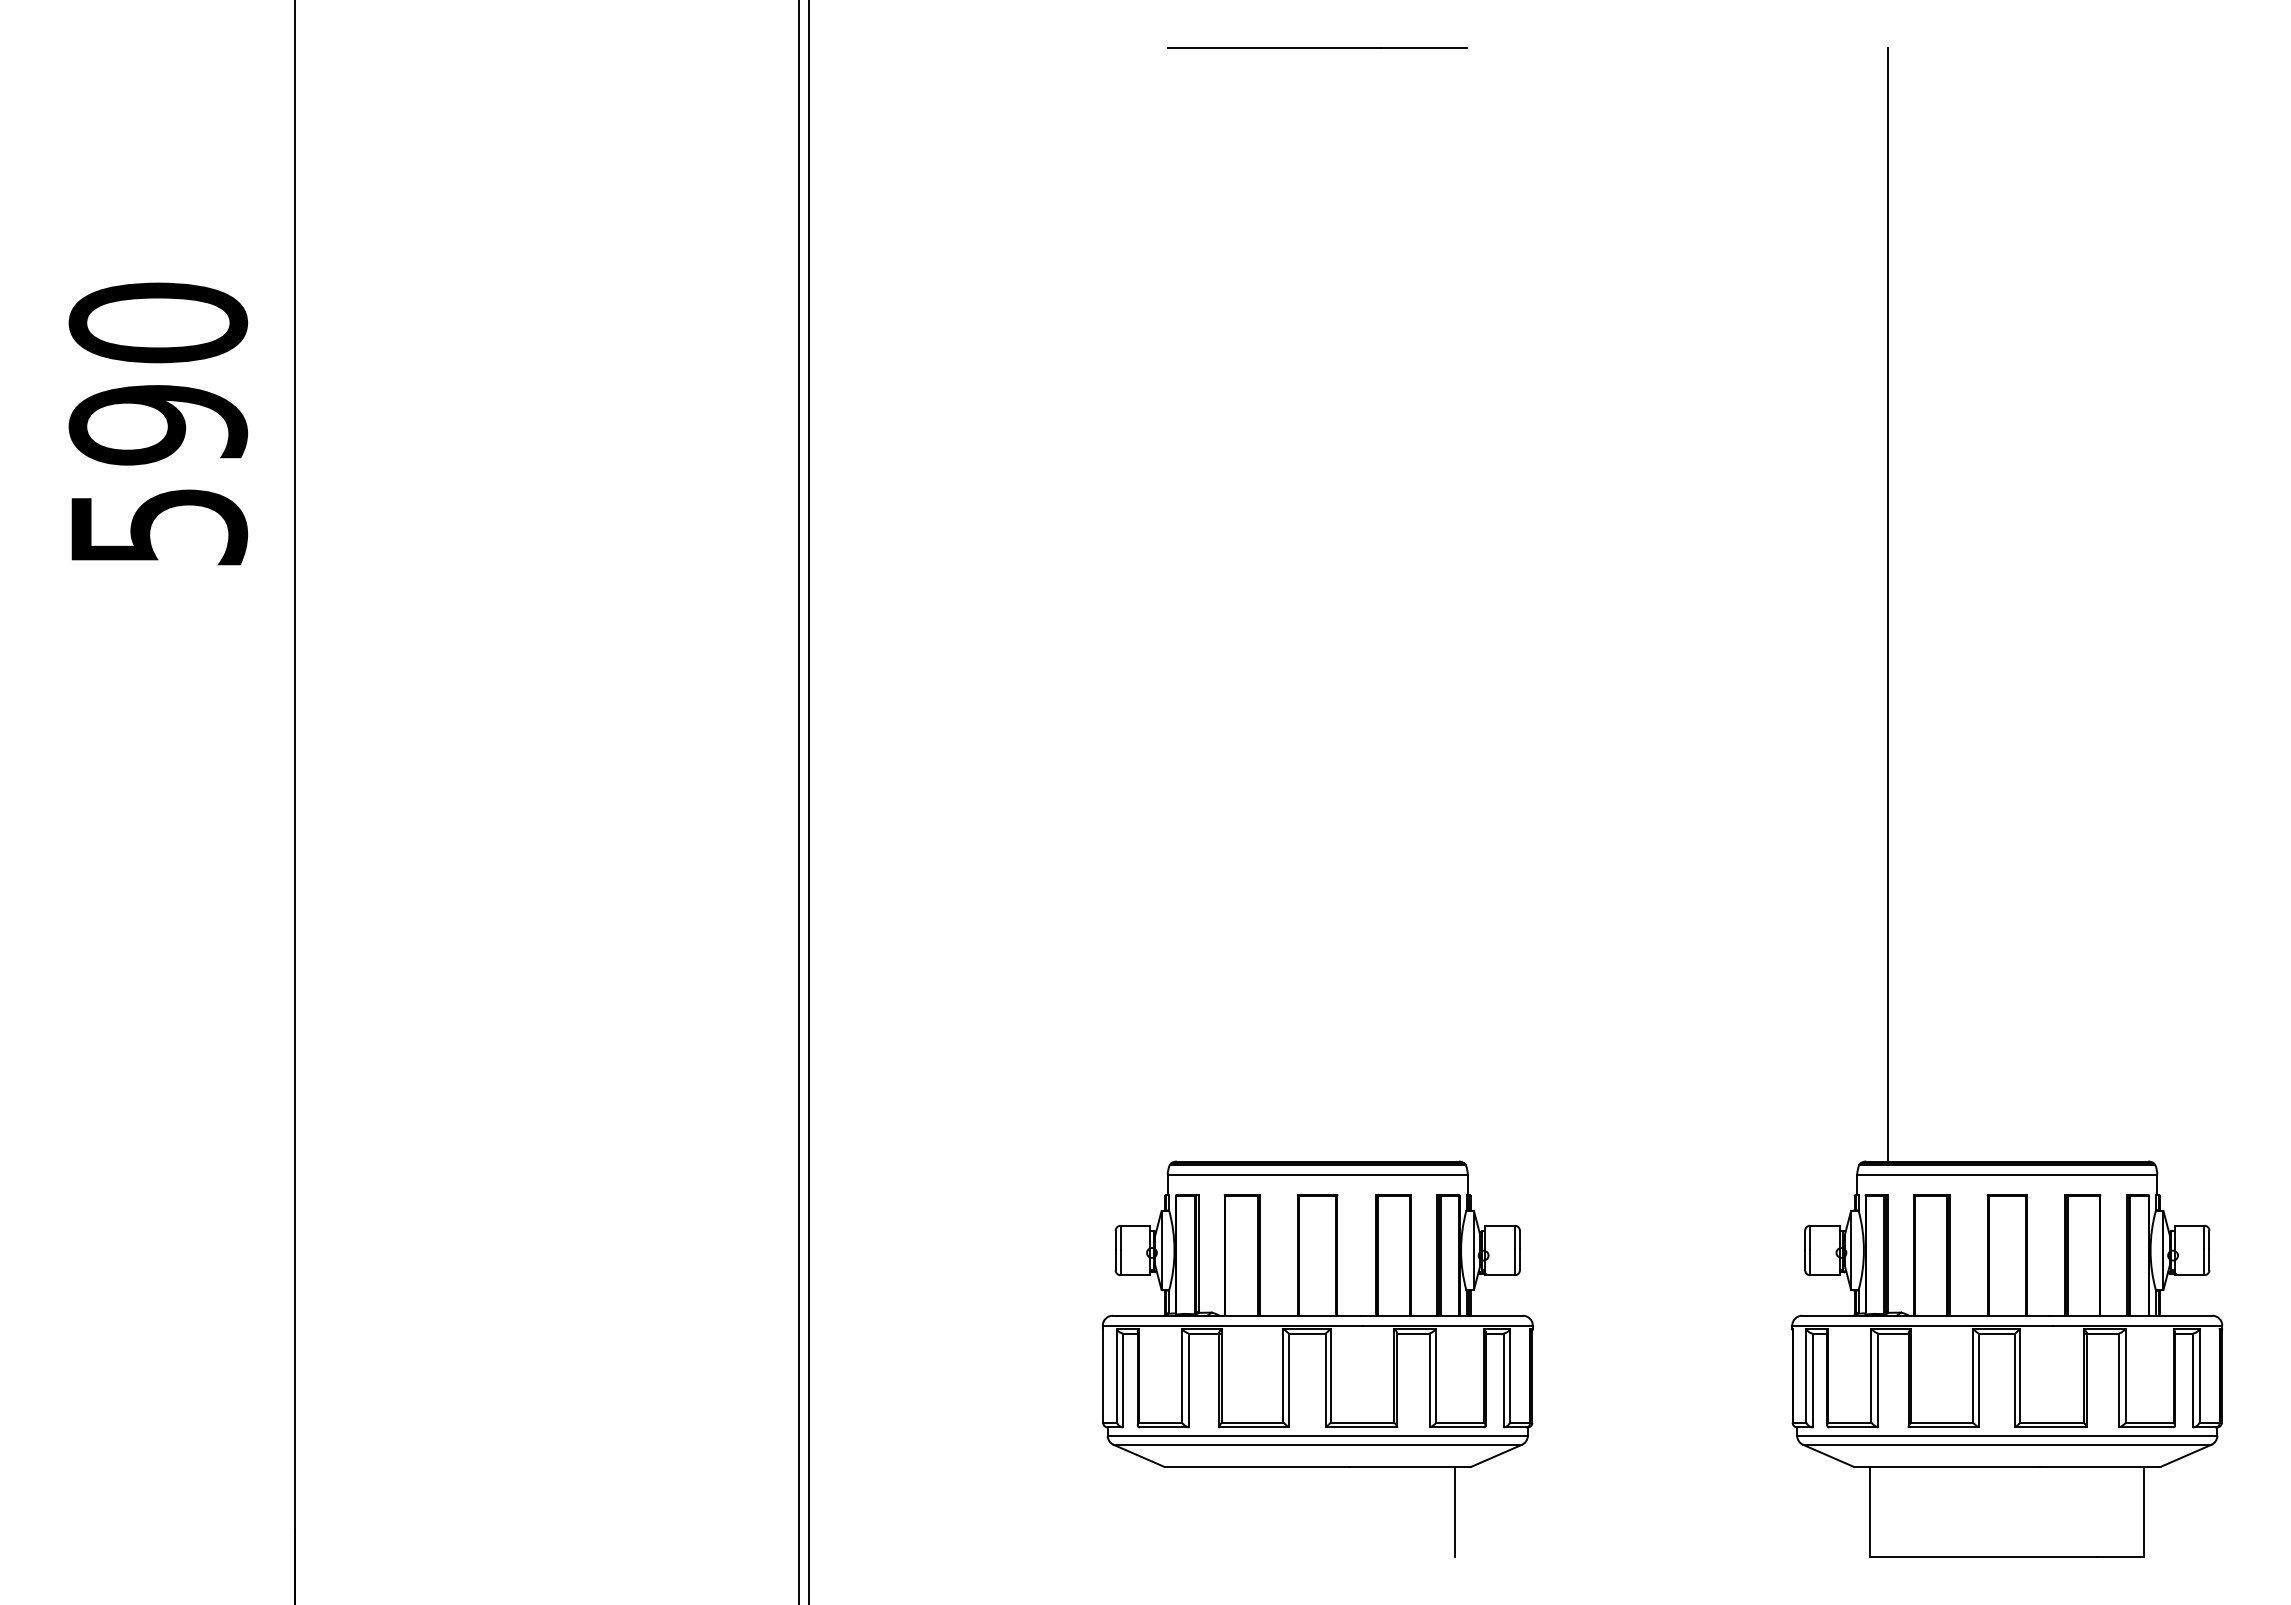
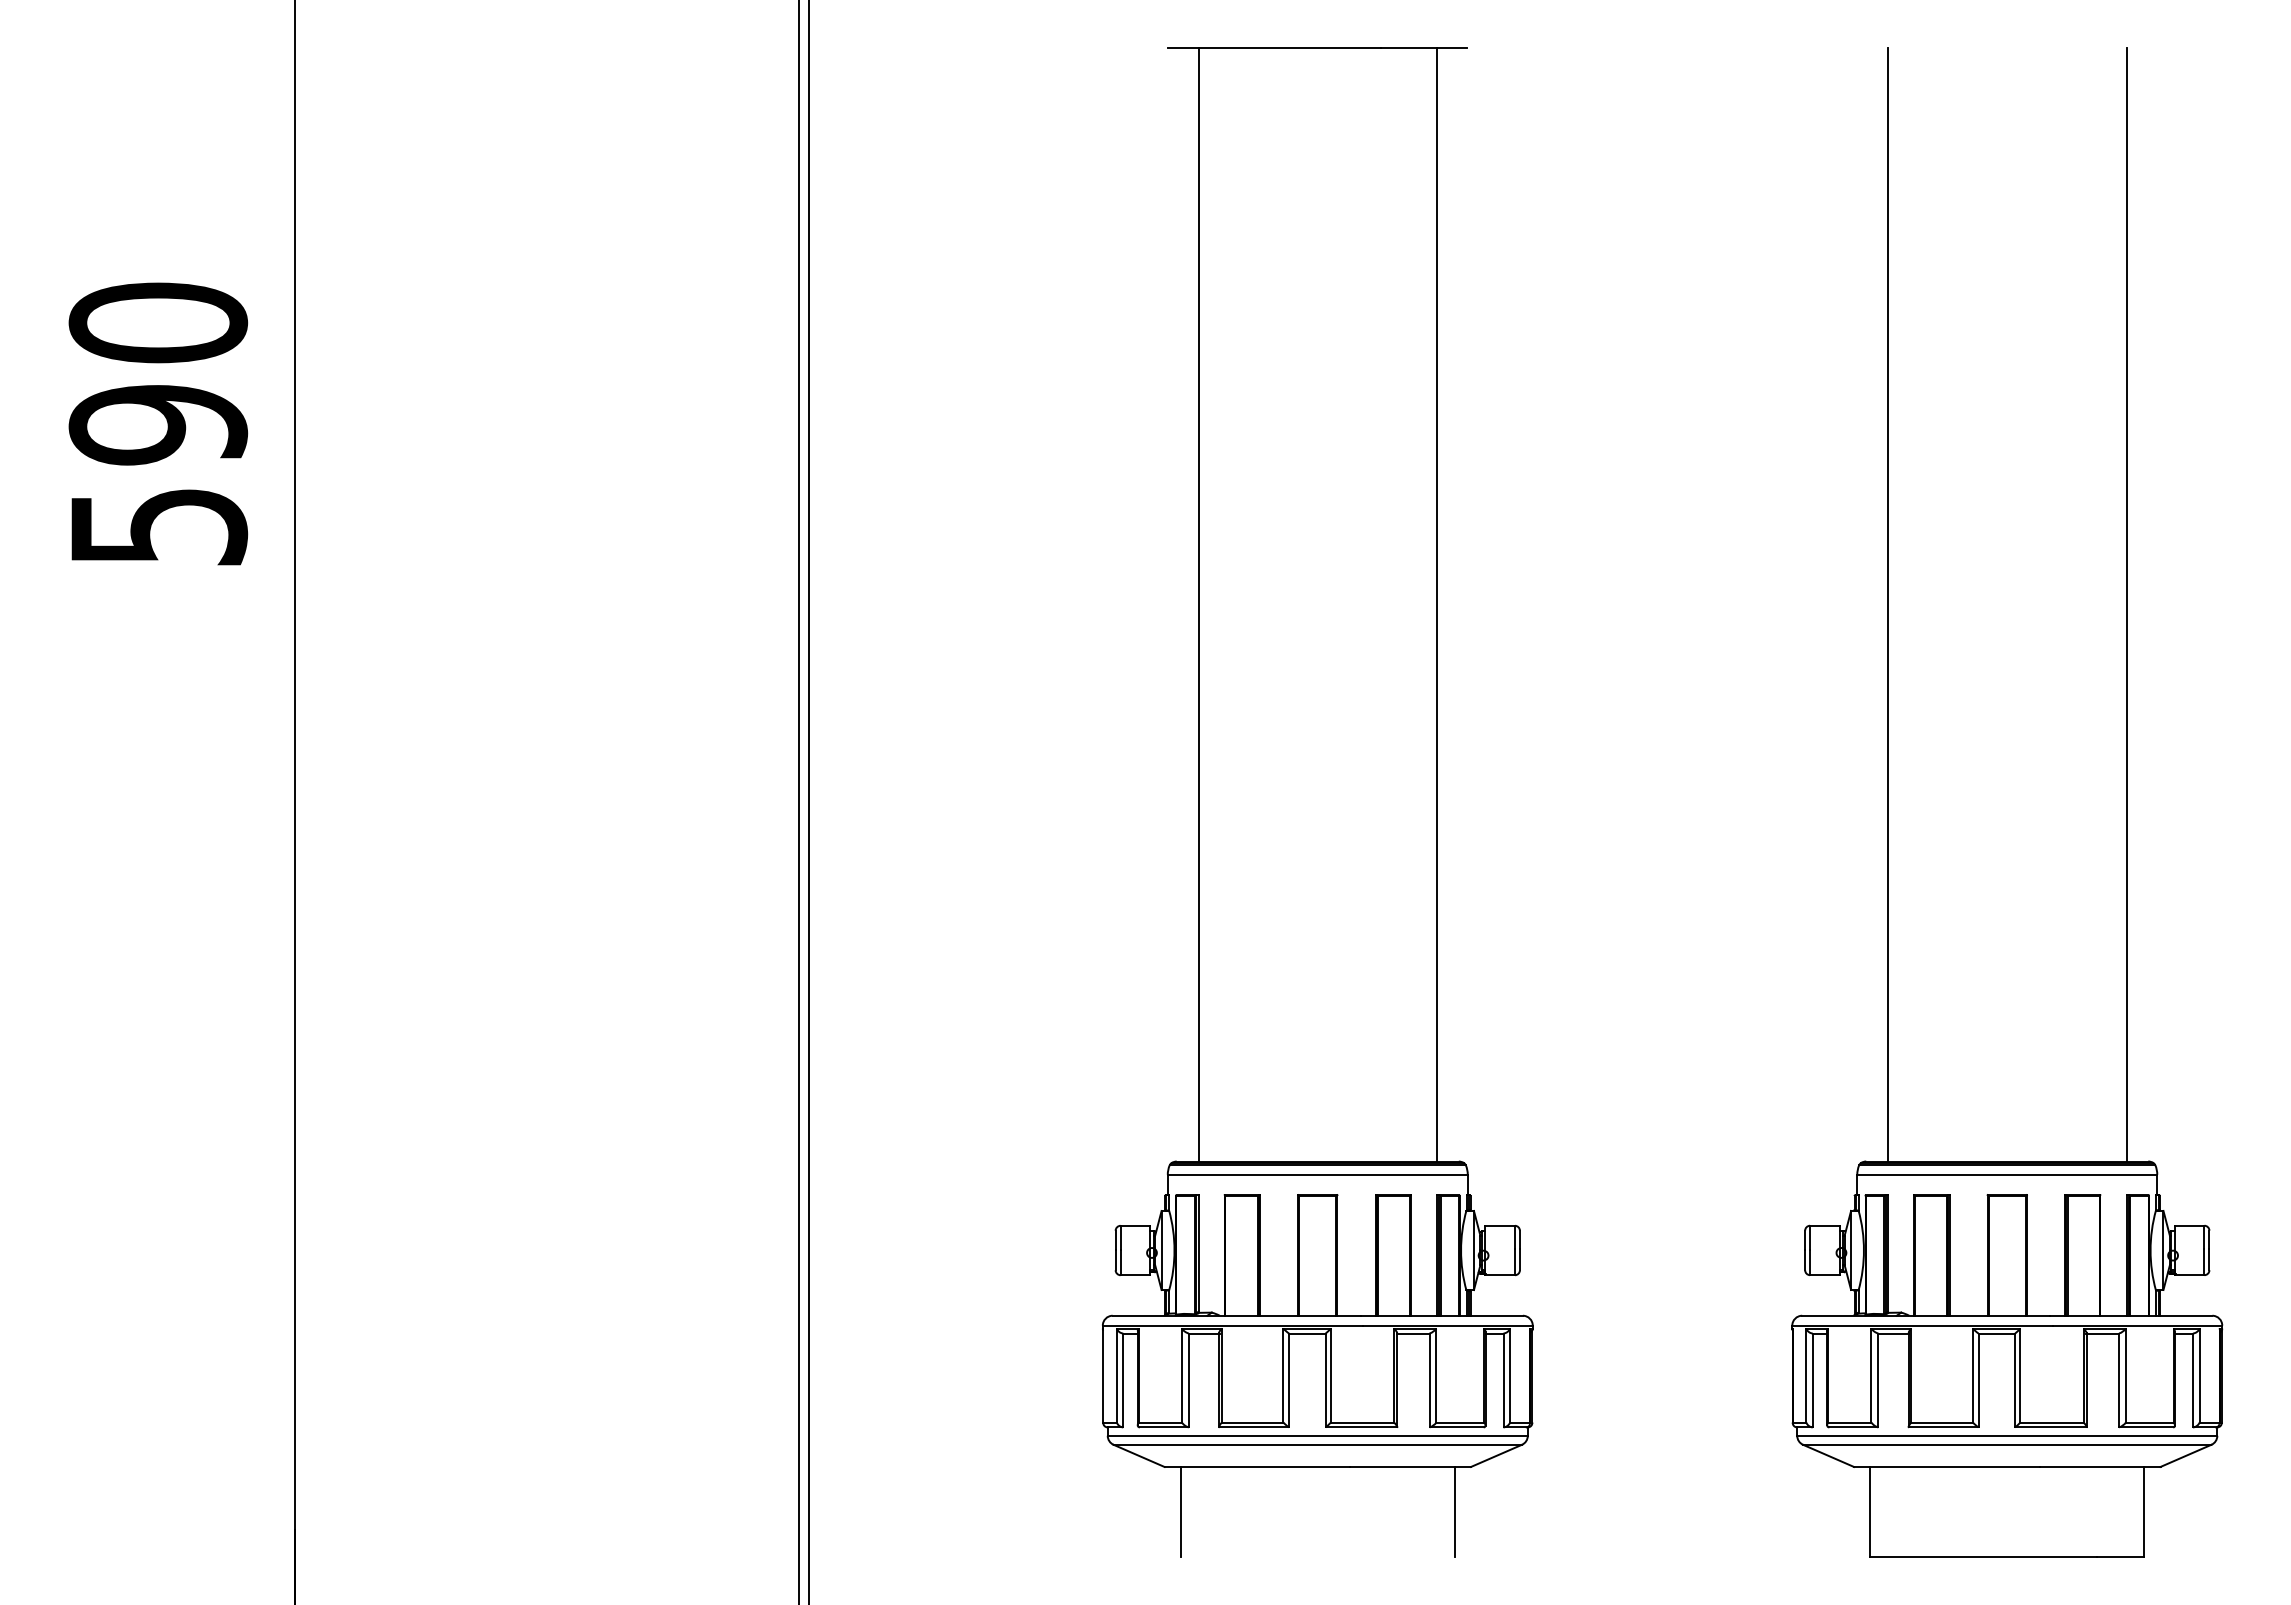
line at (1198, 604): none -> present
line at (1437, 604): none -> present
line at (2126, 604): none -> present
line at (1180, 1511): none -> present
